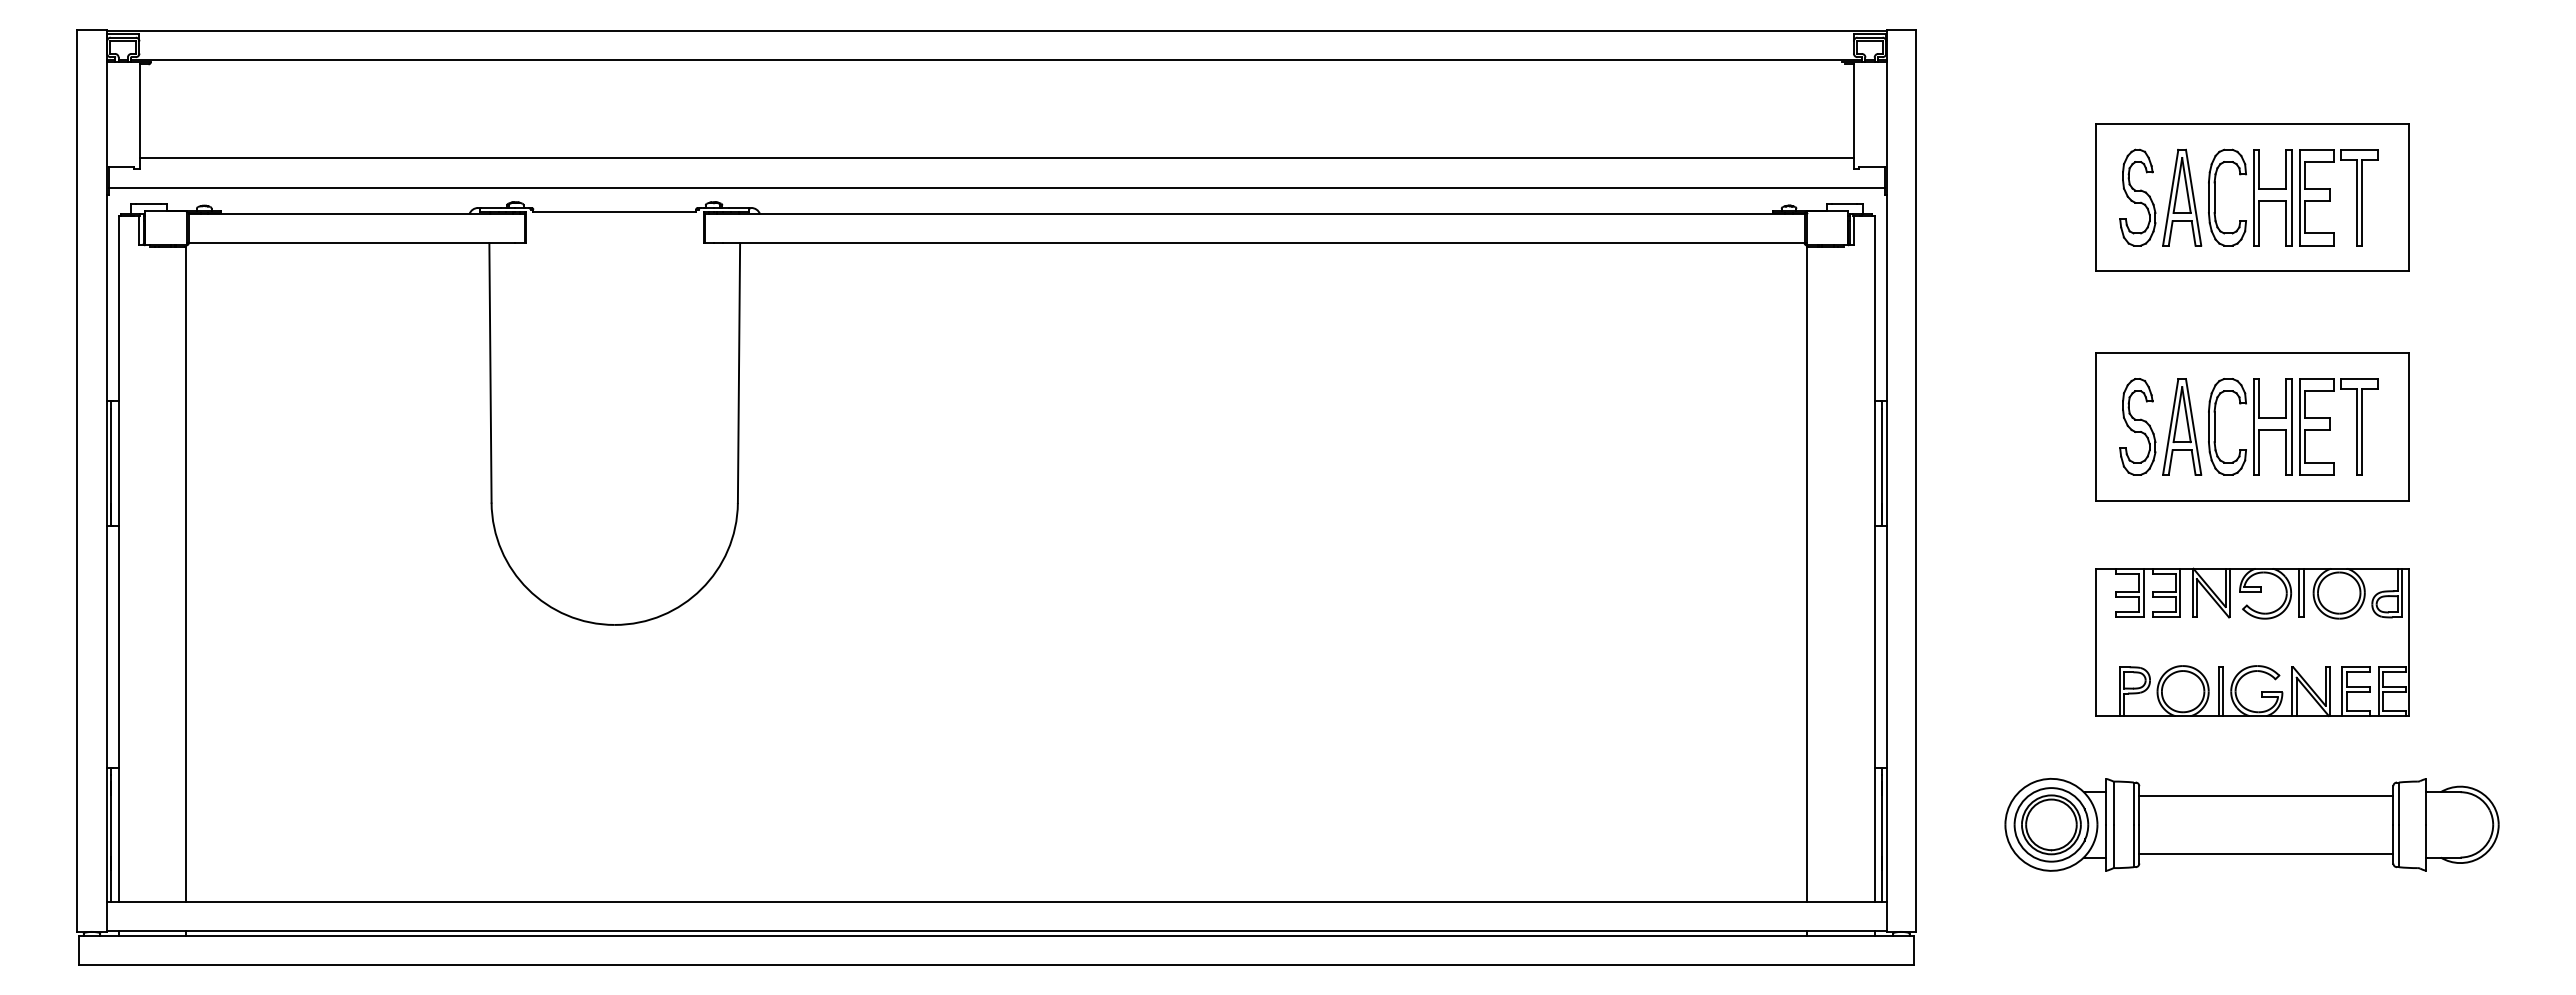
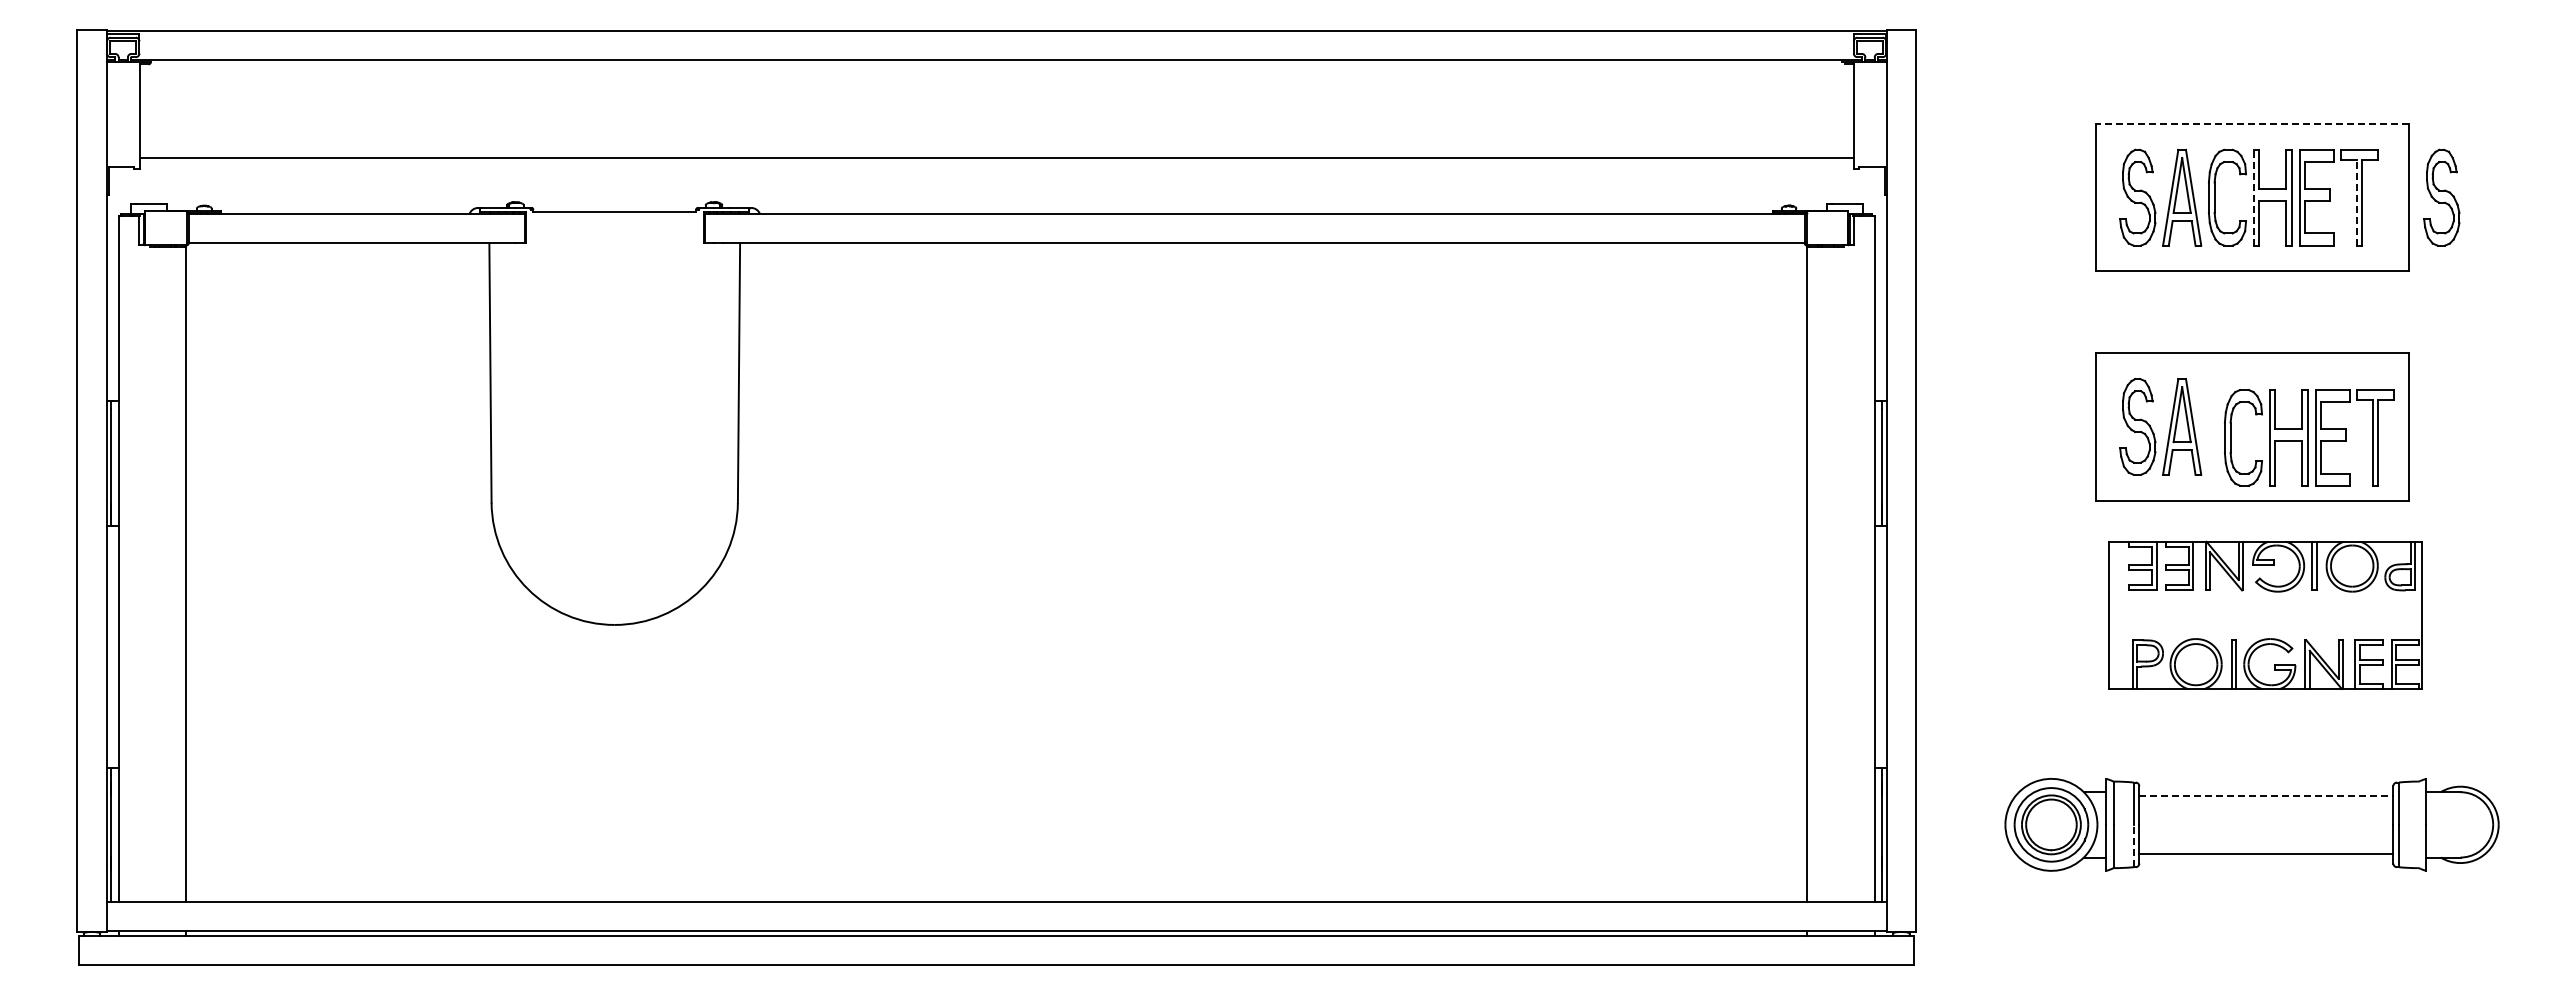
line at (2251, 124): solid -> dashed
line at (996, 187): present -> none
line at (2253, 197): solid -> dashed
part at (2441, 197): none -> present
line at (2356, 202): solid -> dashed
part at (2293, 426) position: (2293, 426) -> (2309, 437)
part at (2252, 641) position: (2252, 641) -> (2265, 614)
line at (2266, 795): solid -> dashed
line at (2133, 845): solid -> dashed
